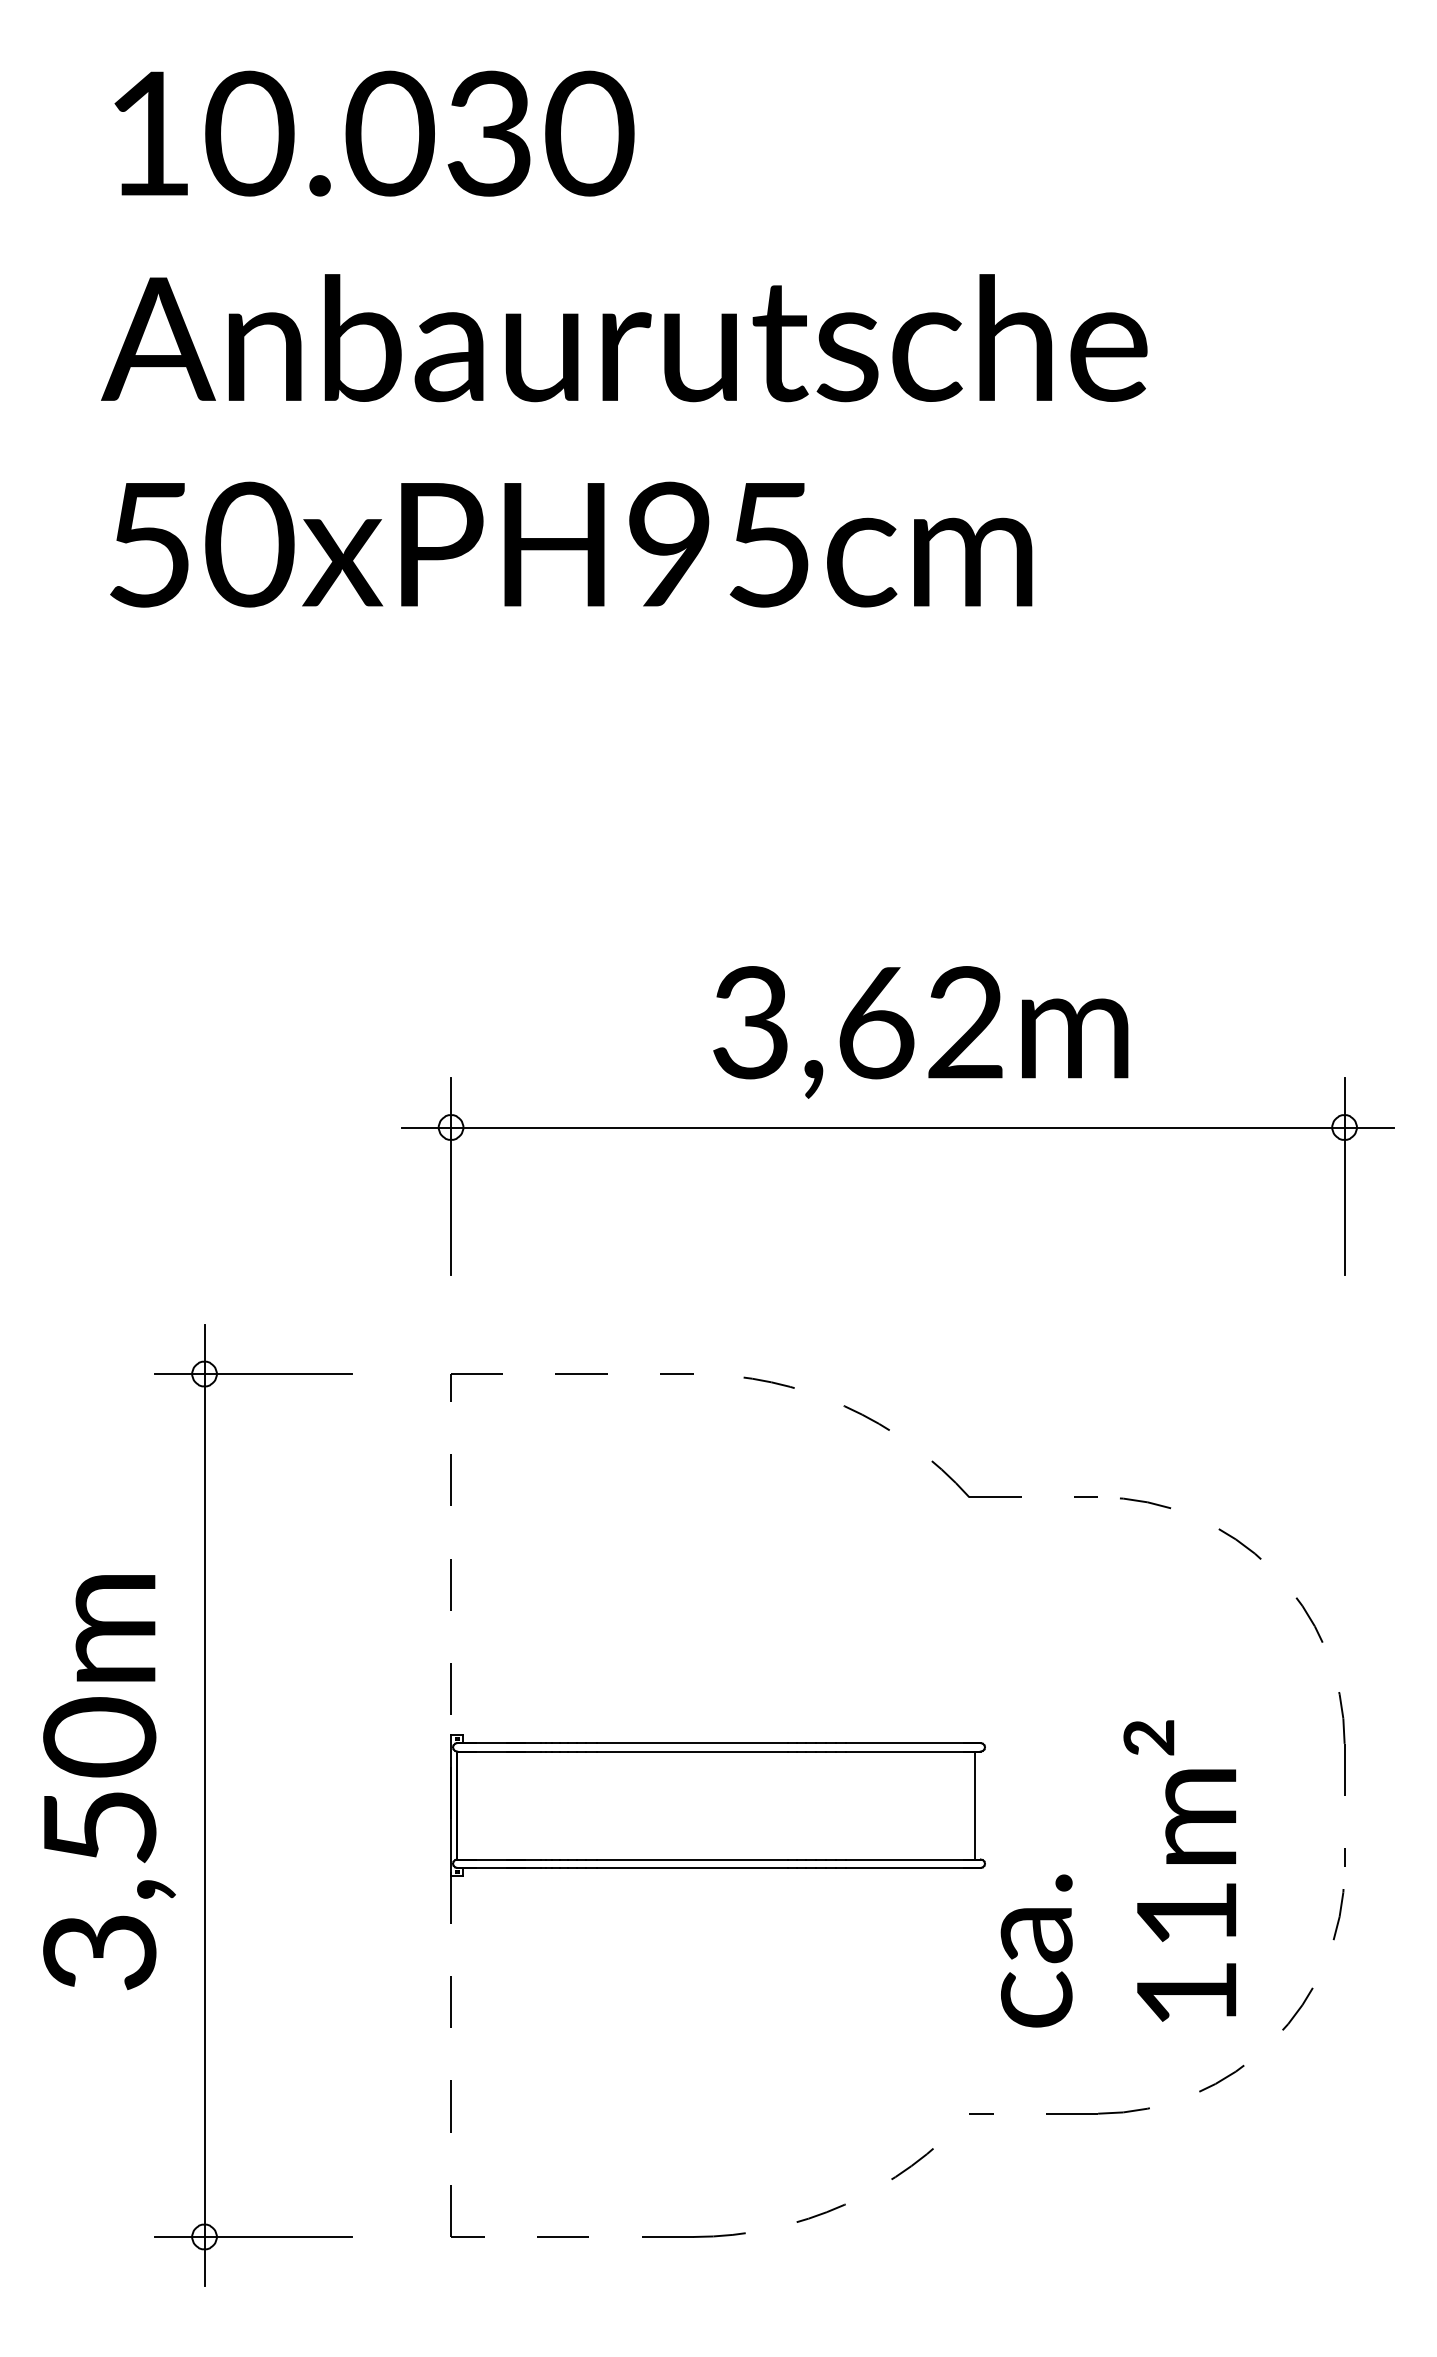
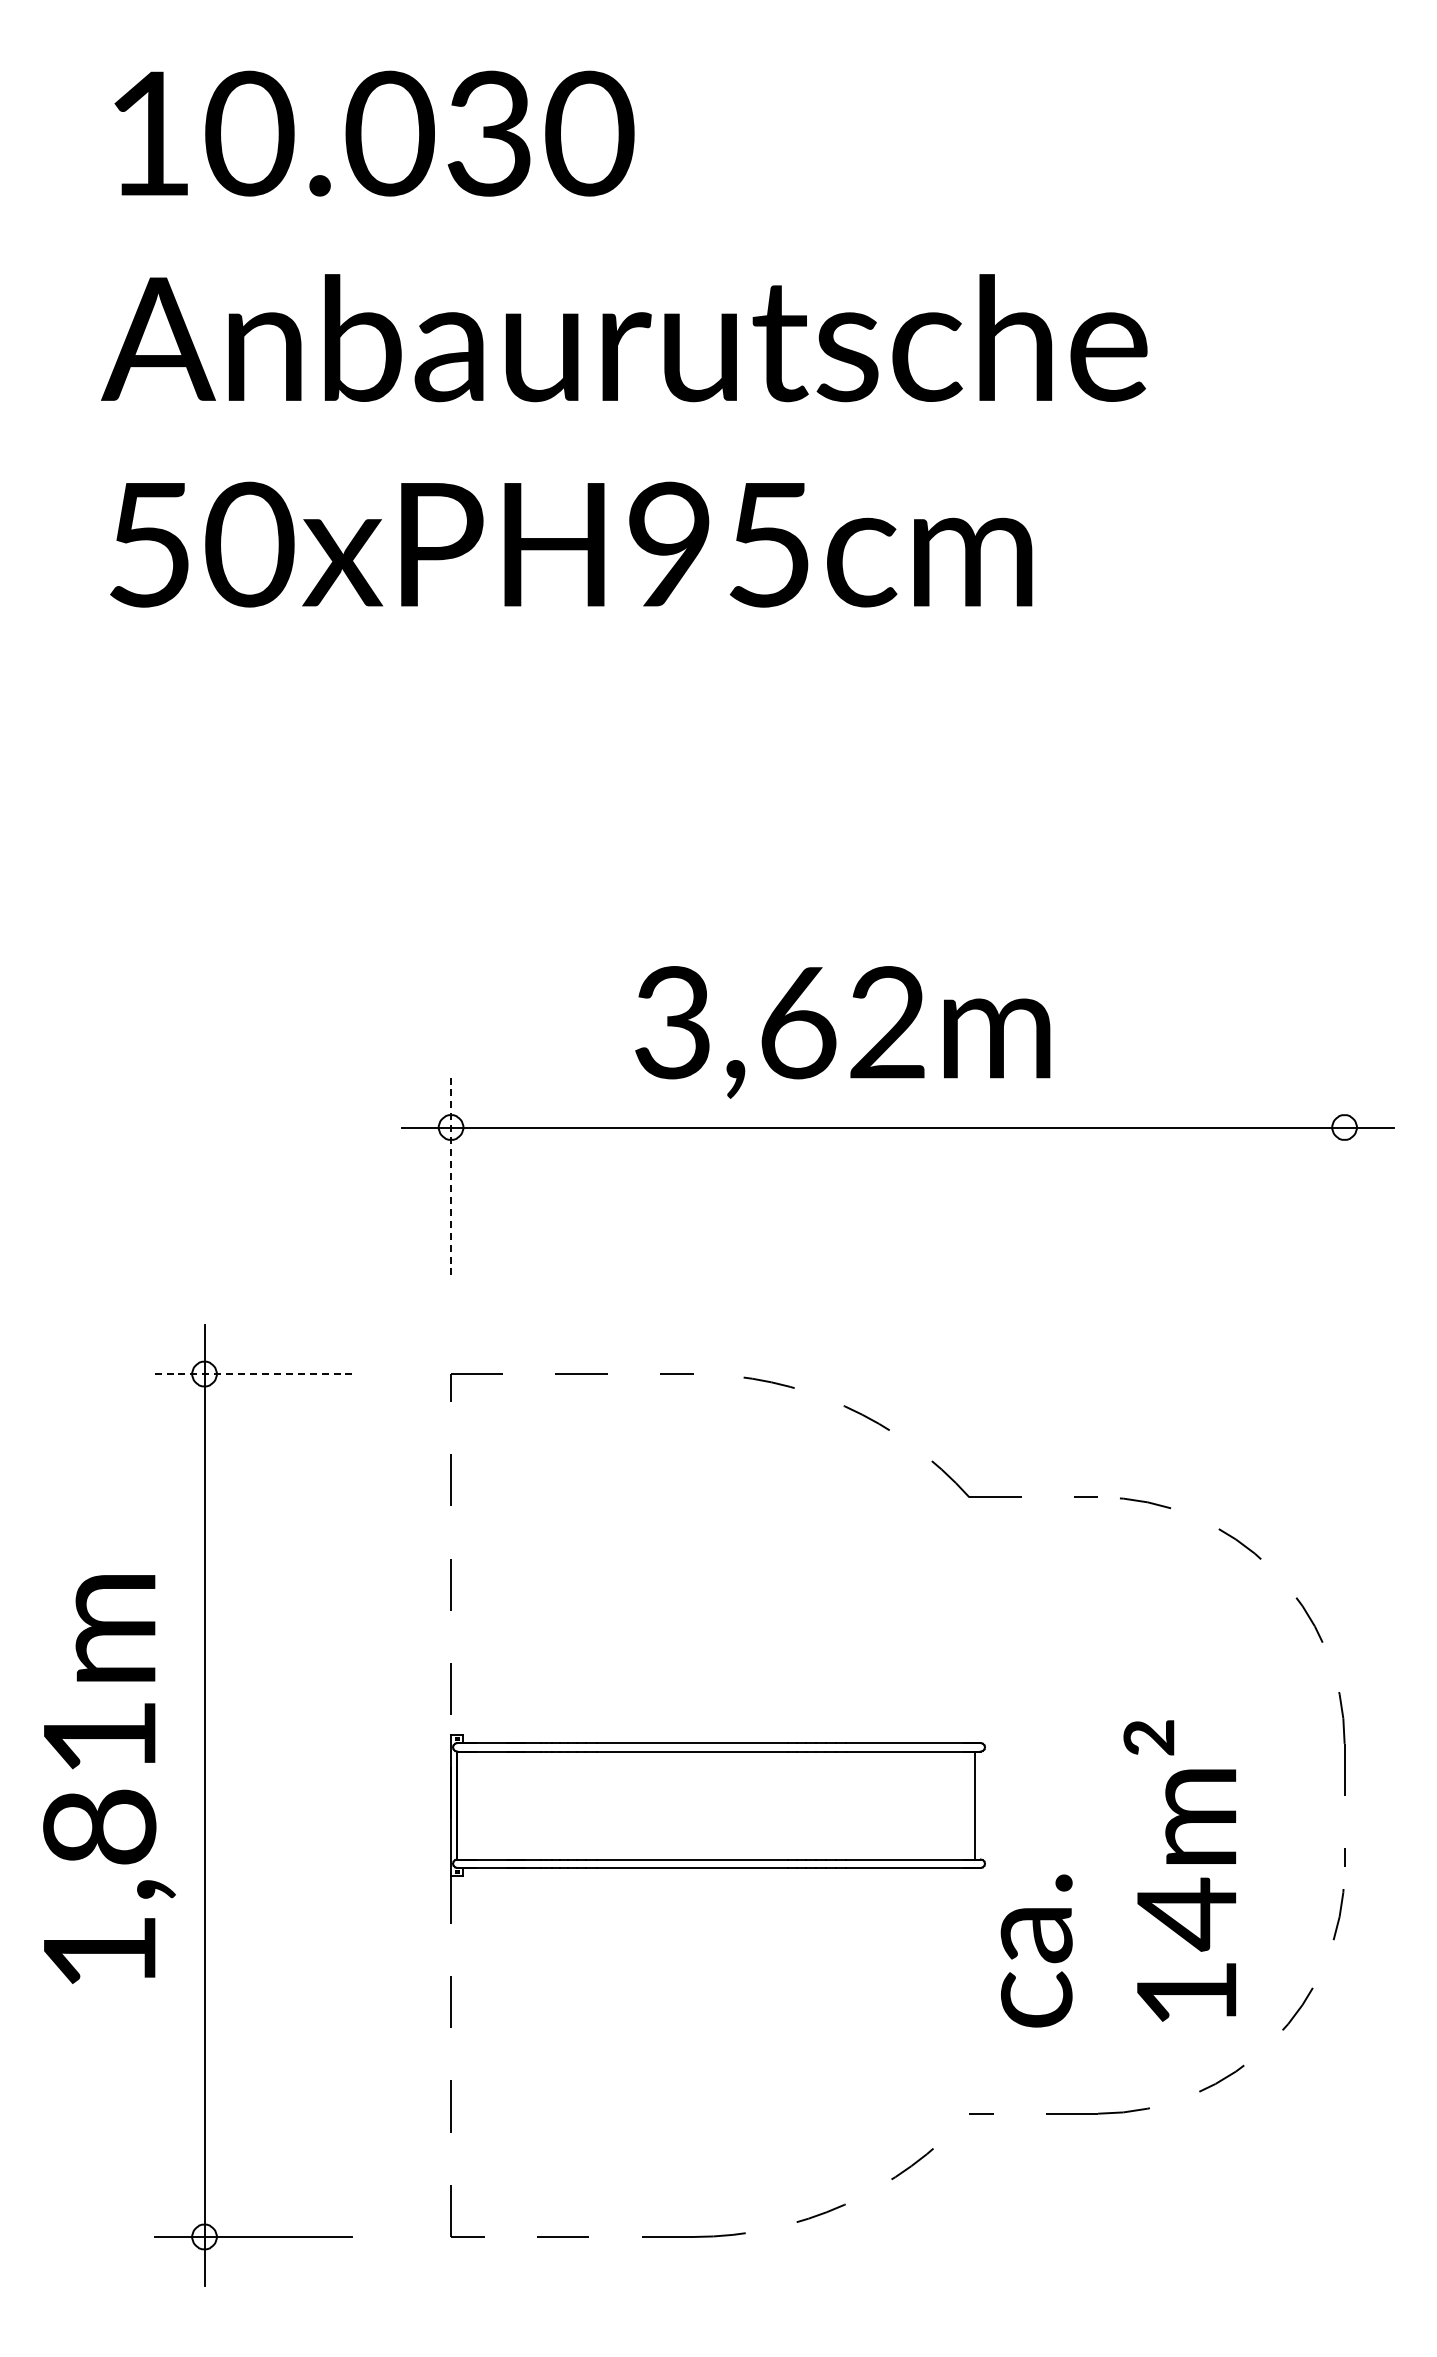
text at (920, 1032) position: (920, 1032) -> (842, 1032)
line at (451, 1176): solid -> dashed
line at (1344, 1176): present -> none
line at (253, 1374): solid -> dashed
text at (99, 1843): 3,50m -> 1,81m
text at (1186, 1914): 11m² -> 14m²
